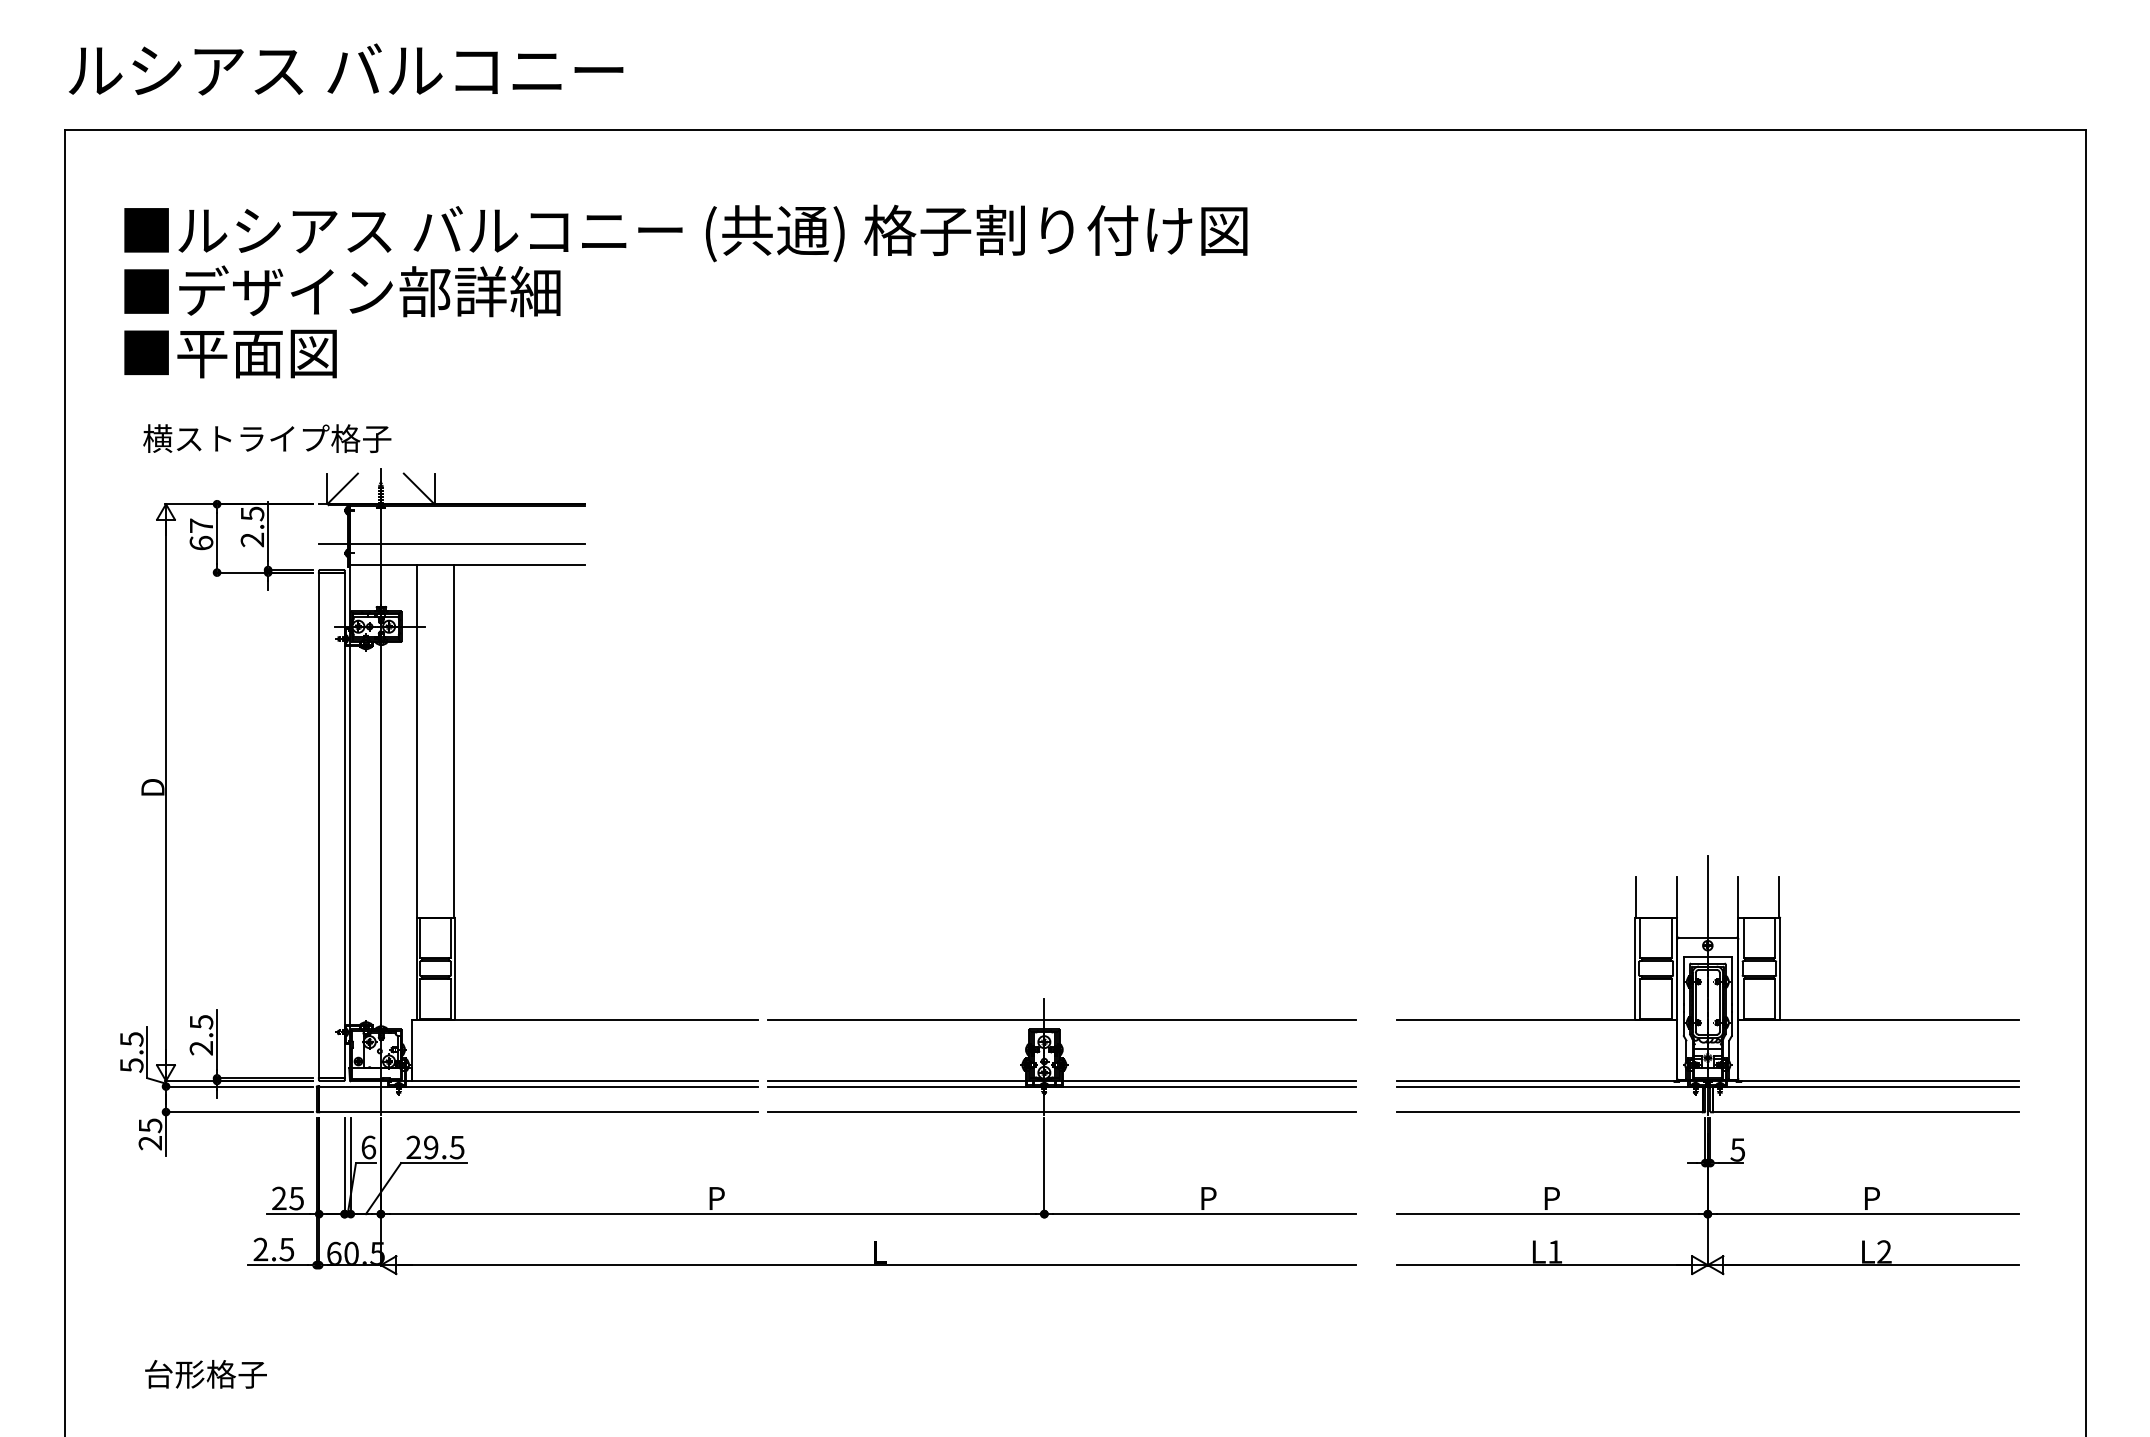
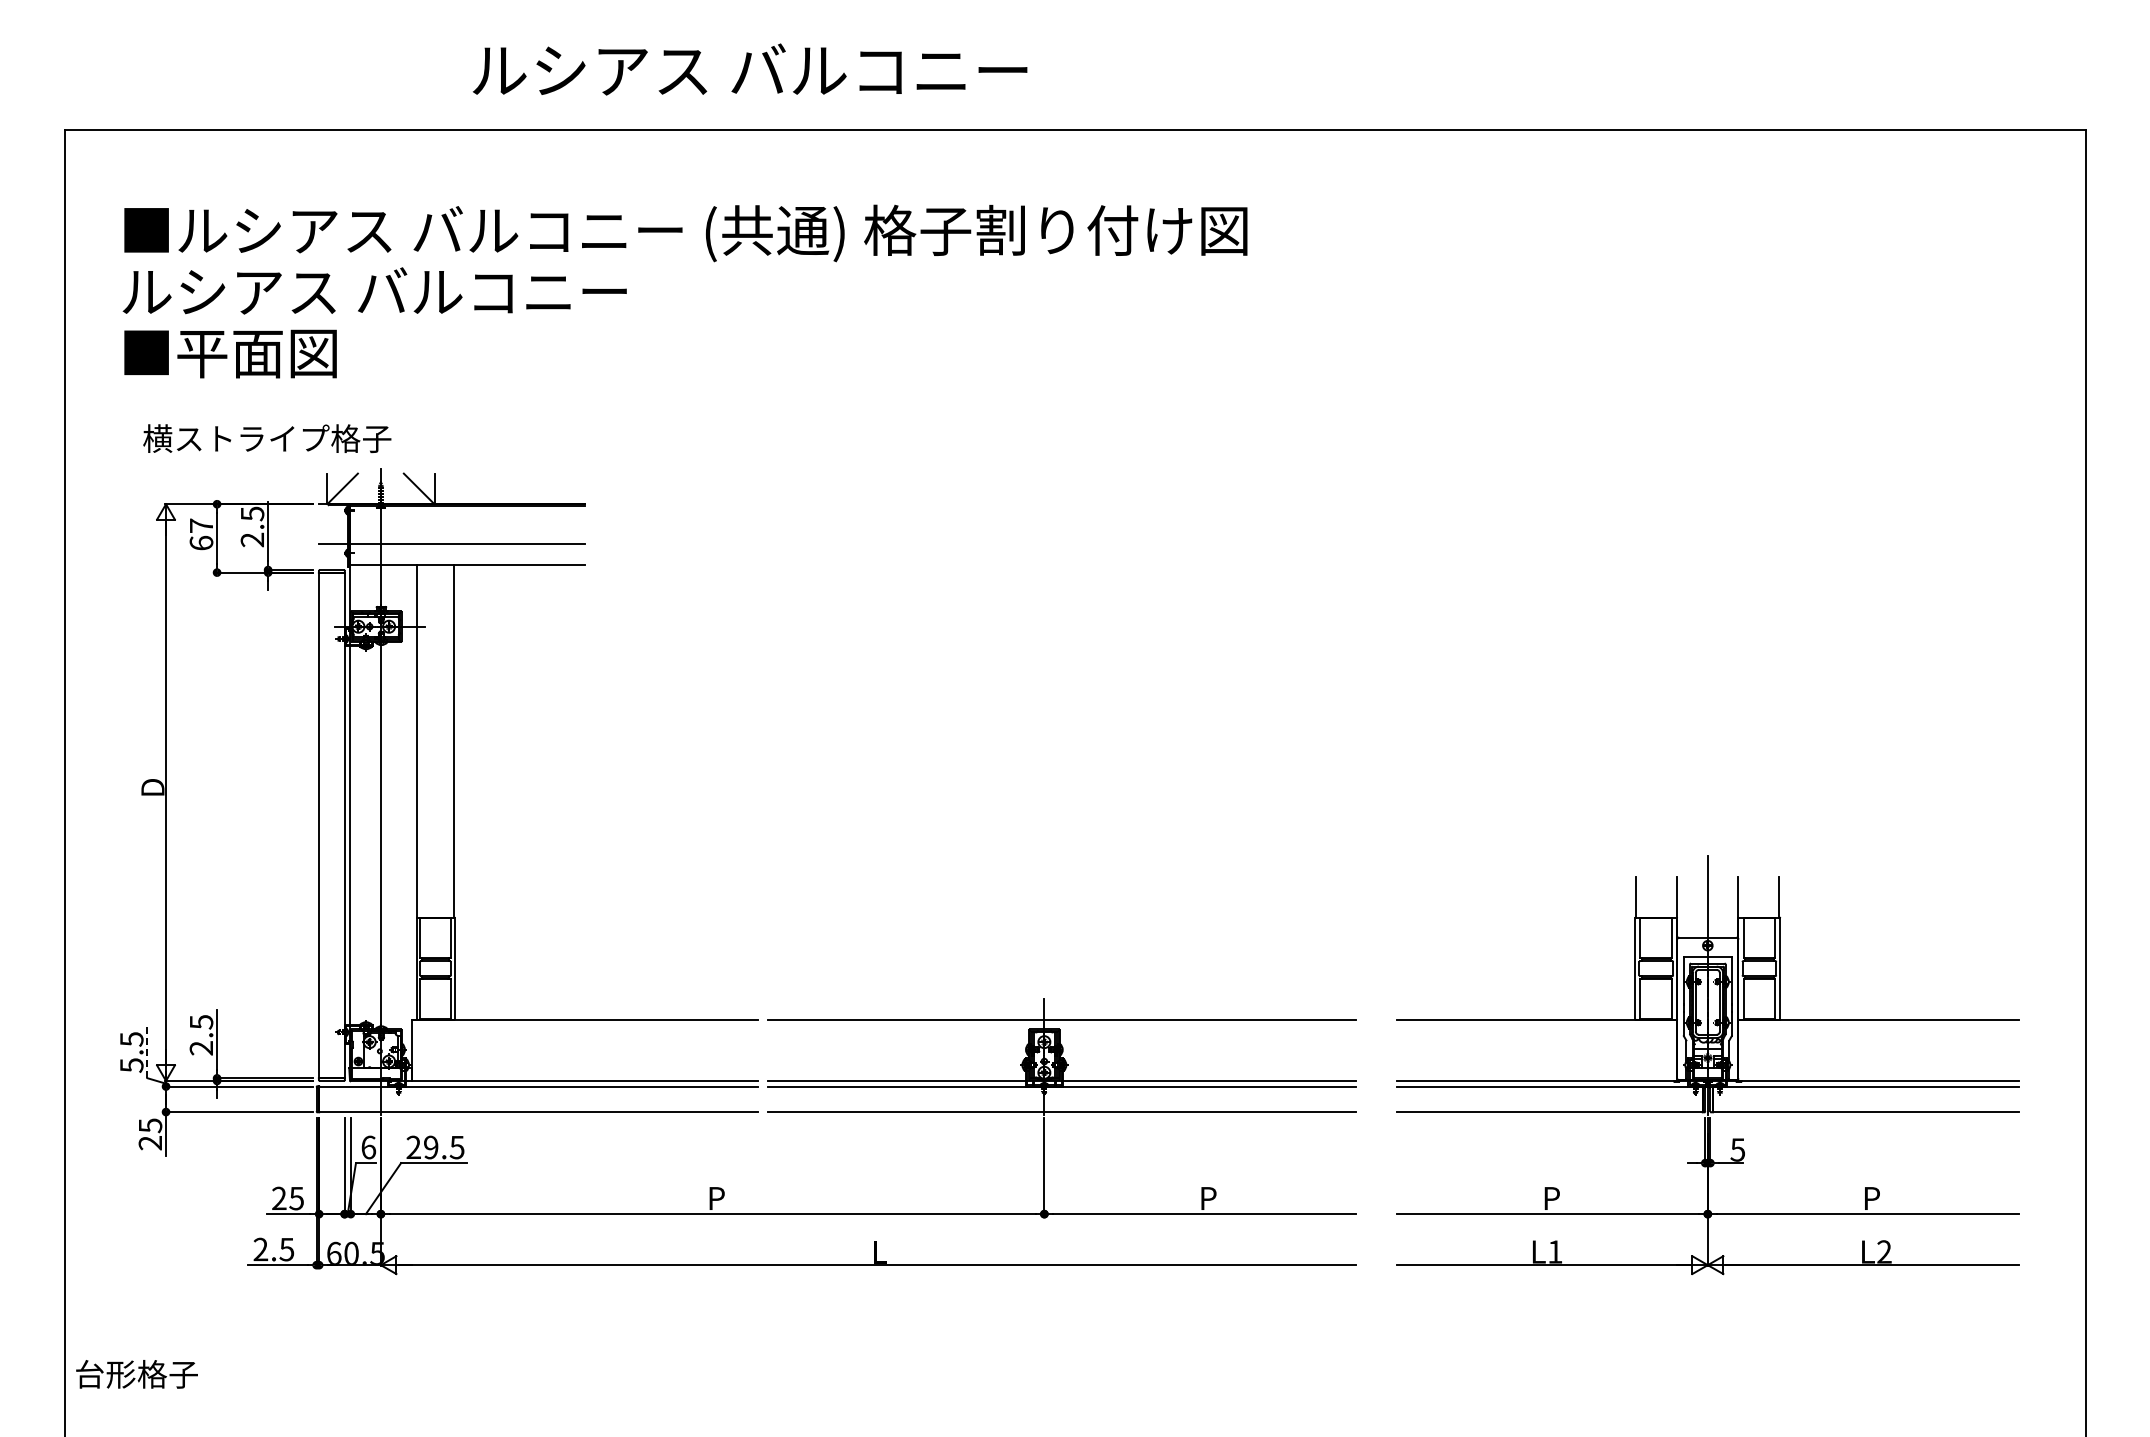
text at (346, 69) position: (346, 69) -> (750, 69)
text at (374, 291): ■デザイン部詳細 -> ルシアス バルコニー
line at (147, 1052): solid -> dashed
text at (205, 1374) position: (205, 1374) -> (136, 1374)
